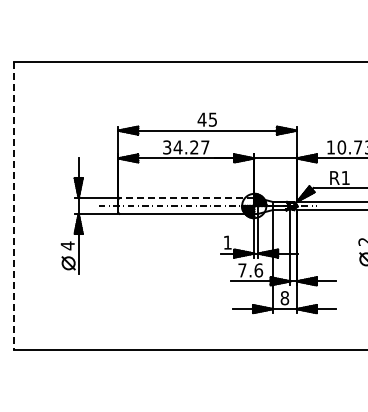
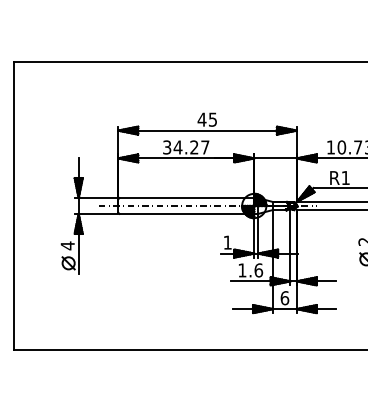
line at (186, 198): dashed -> solid
line at (13, 206): dashed -> solid
text at (242, 270): 7.6 -> 1.6
text at (284, 298): 8 -> 6
